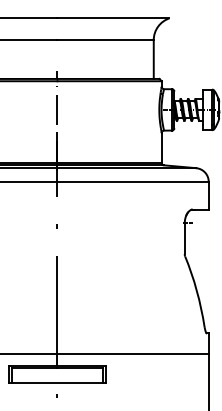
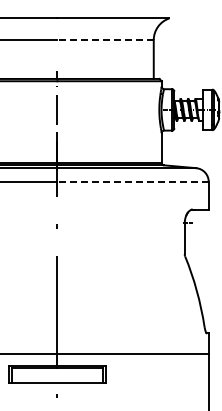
line at (105, 40): solid -> dashed
line at (133, 181): solid -> dashed
